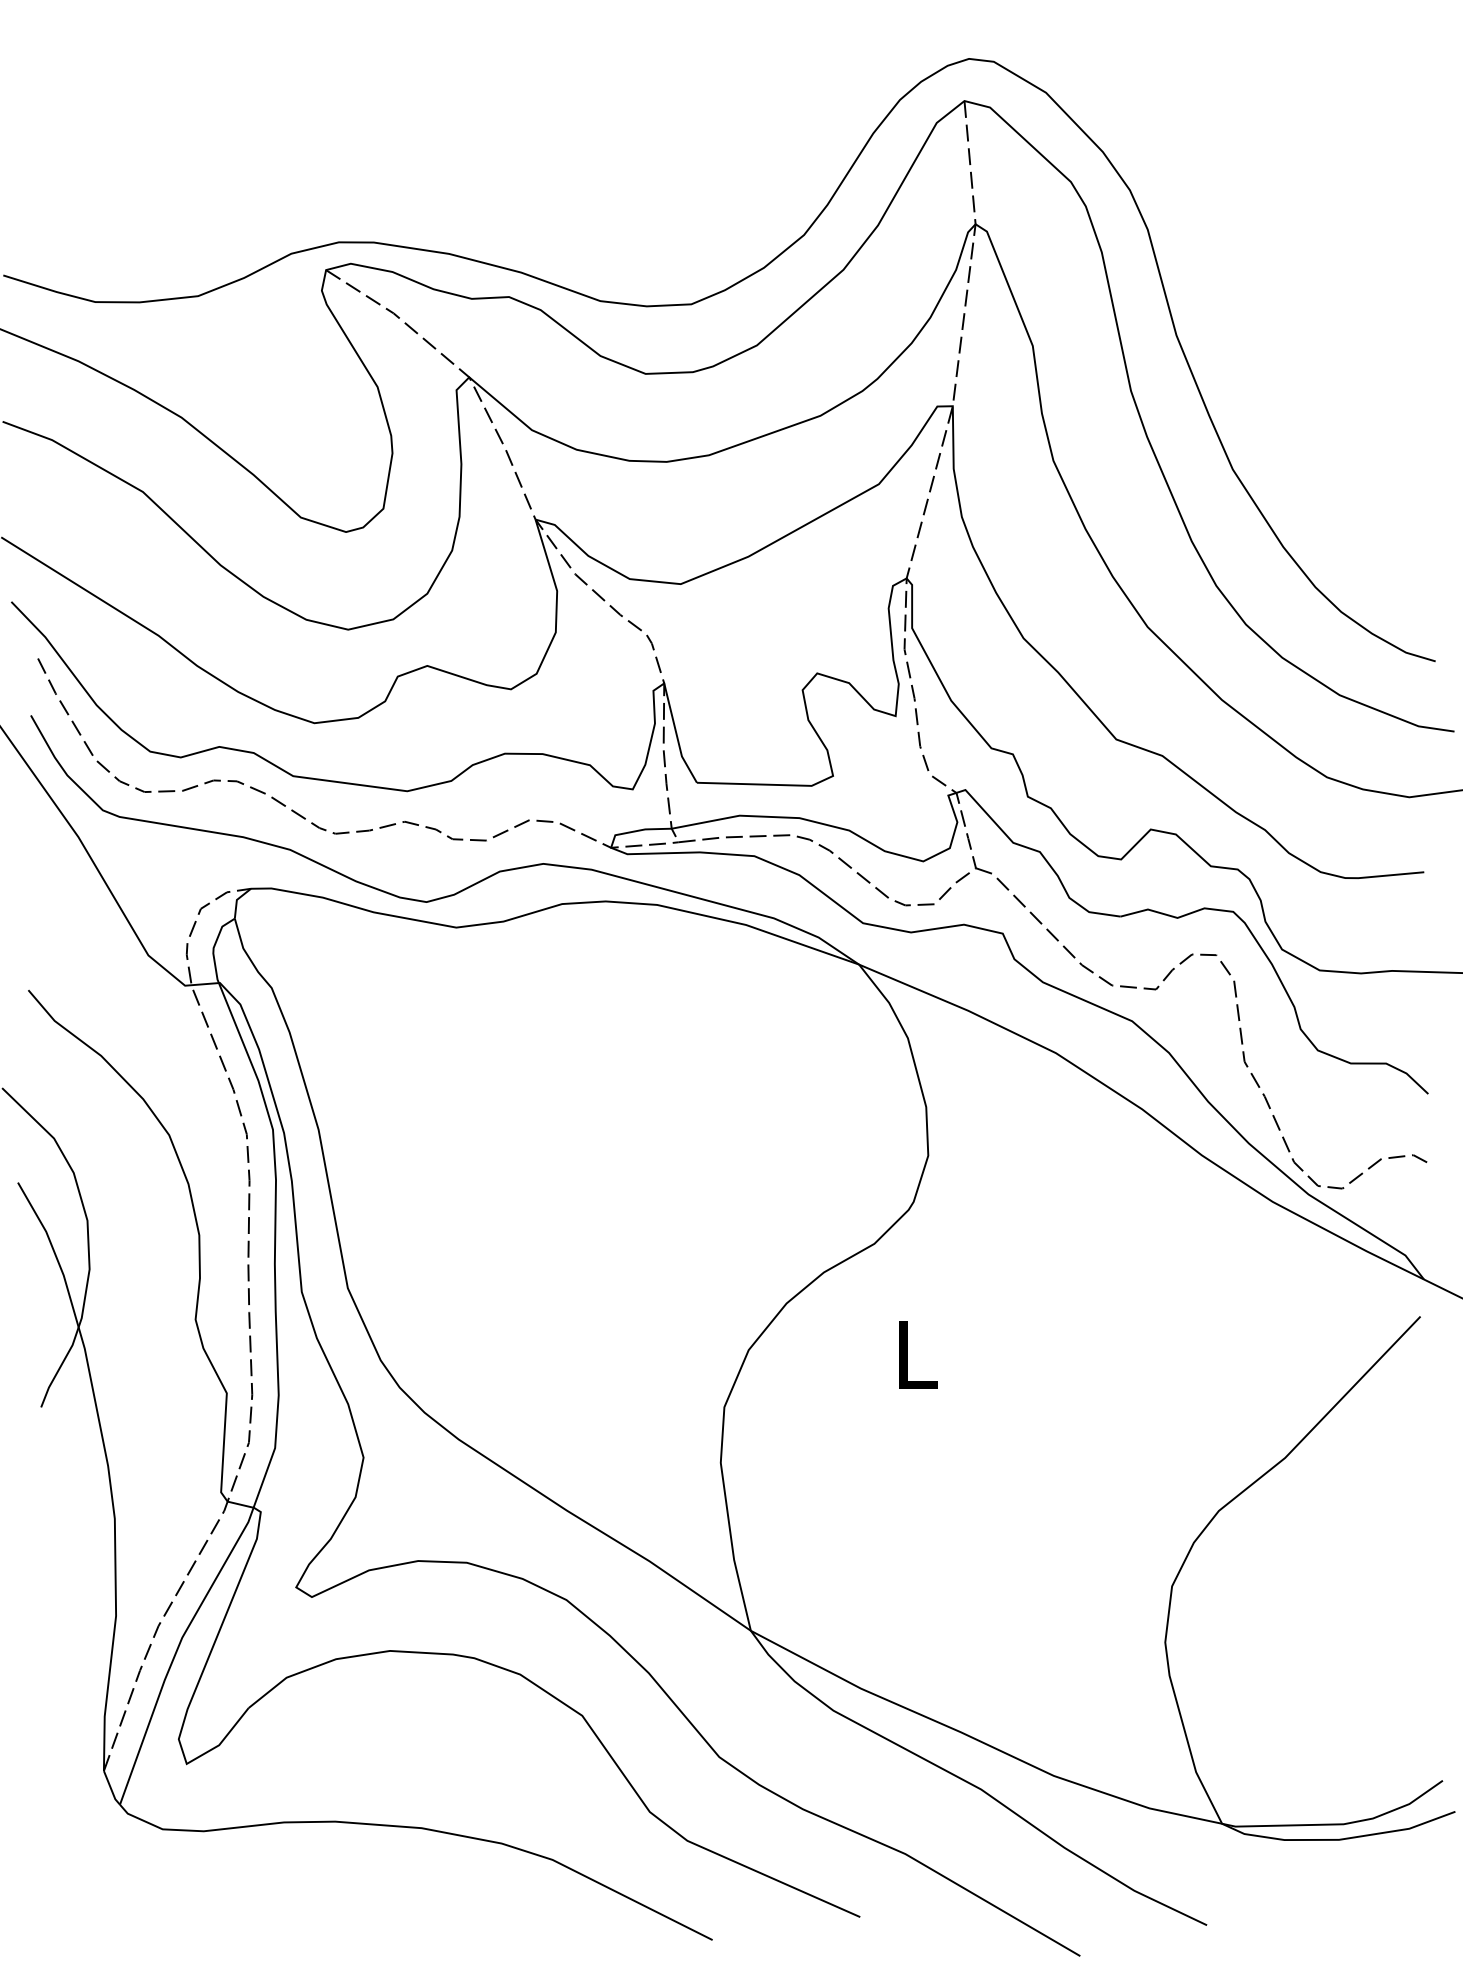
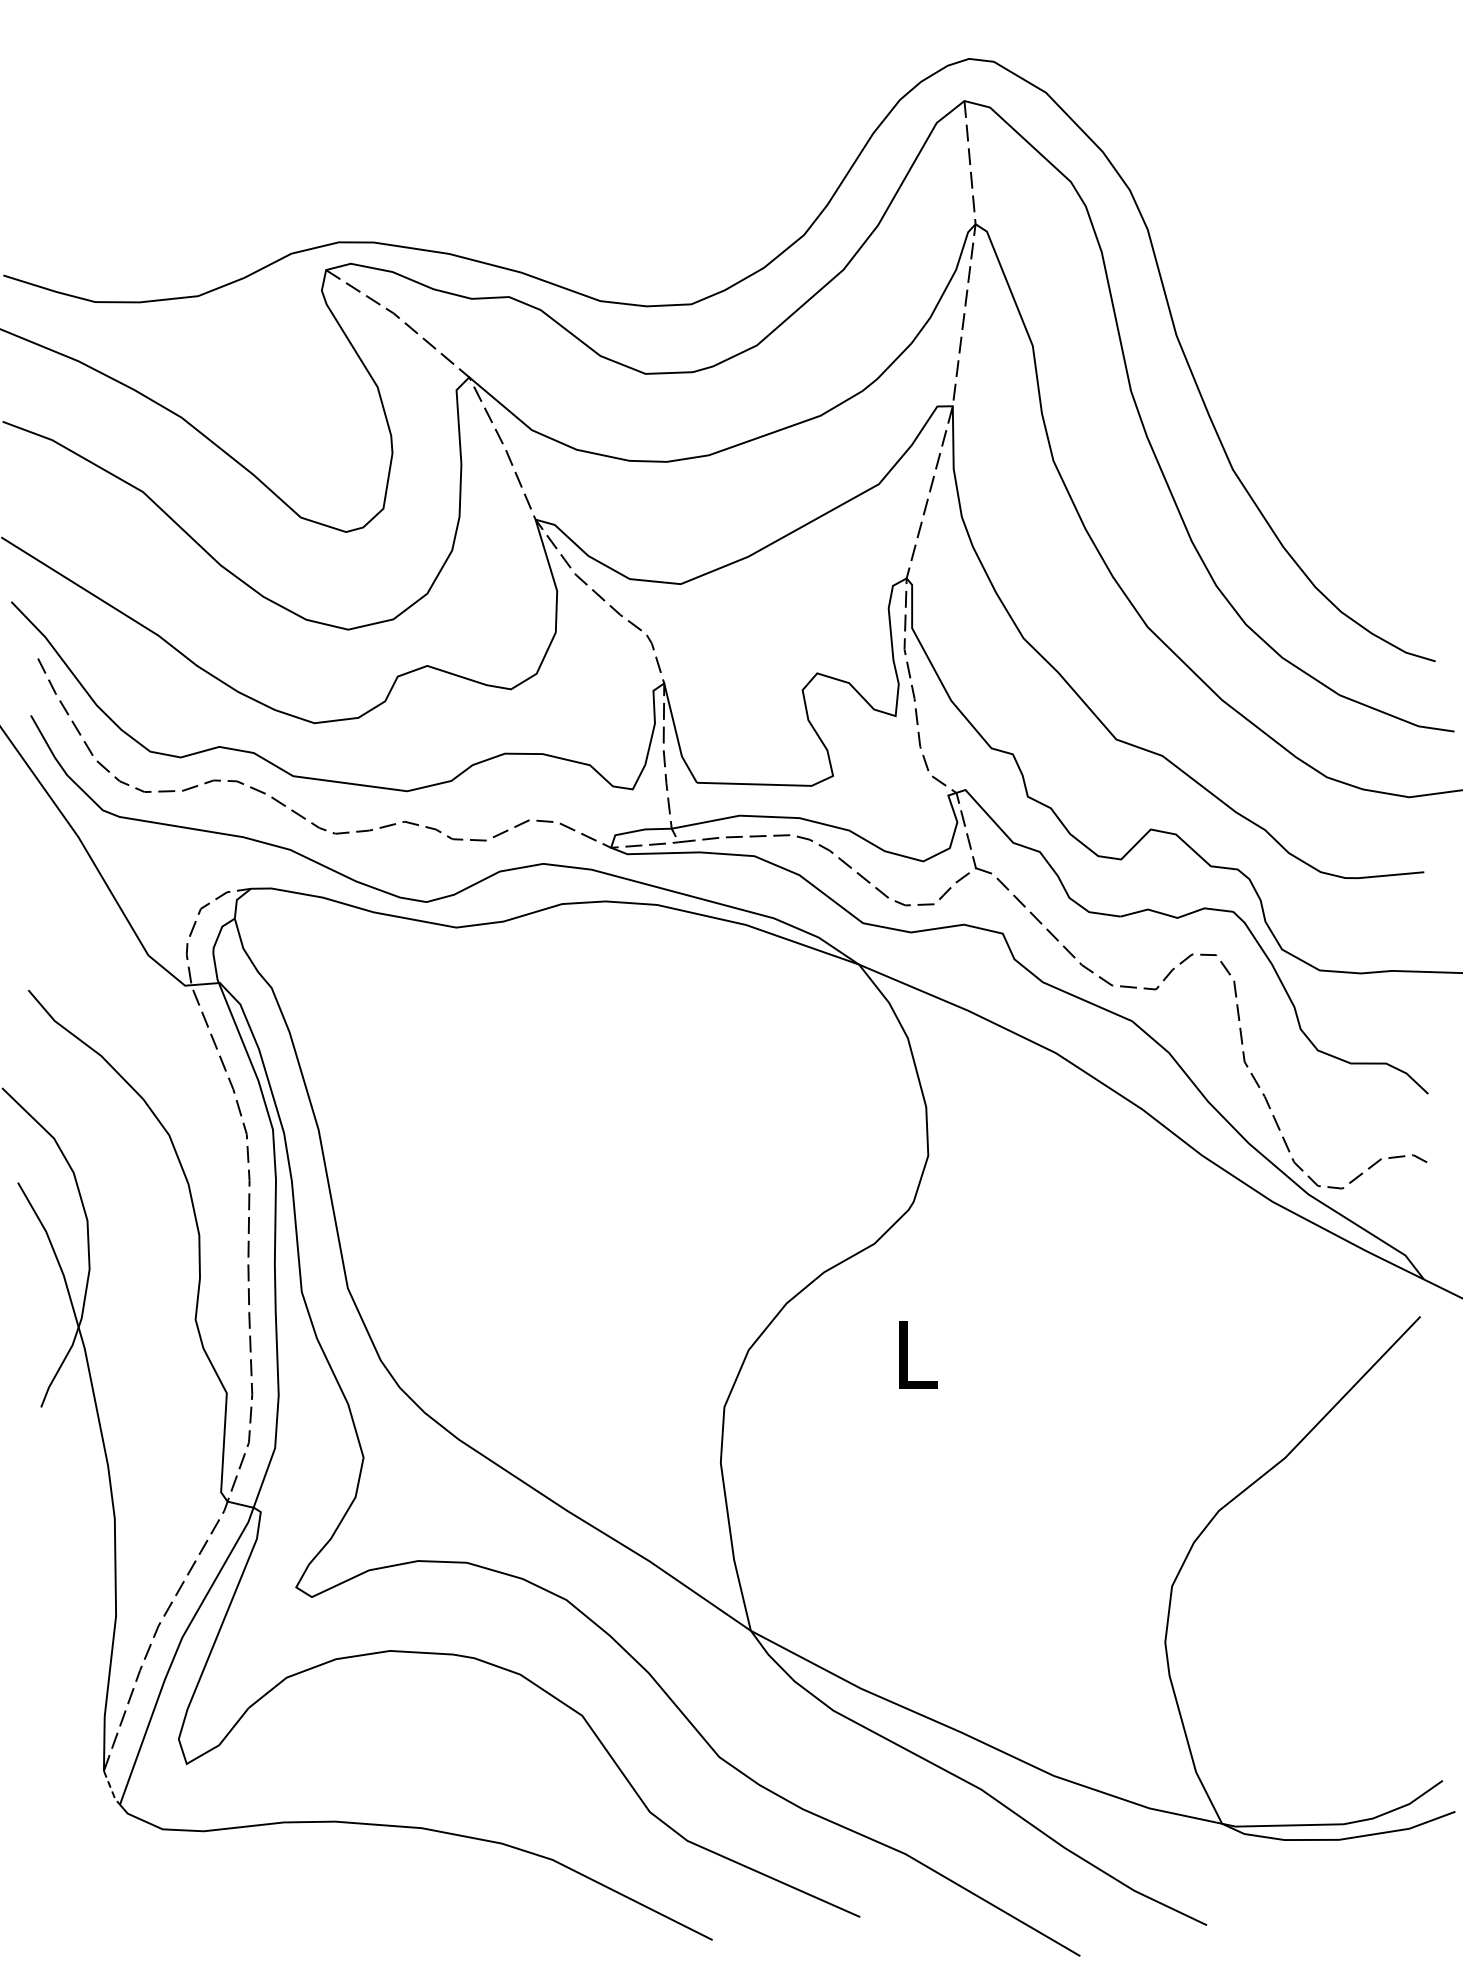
line at (111, 1789): solid -> dashed
